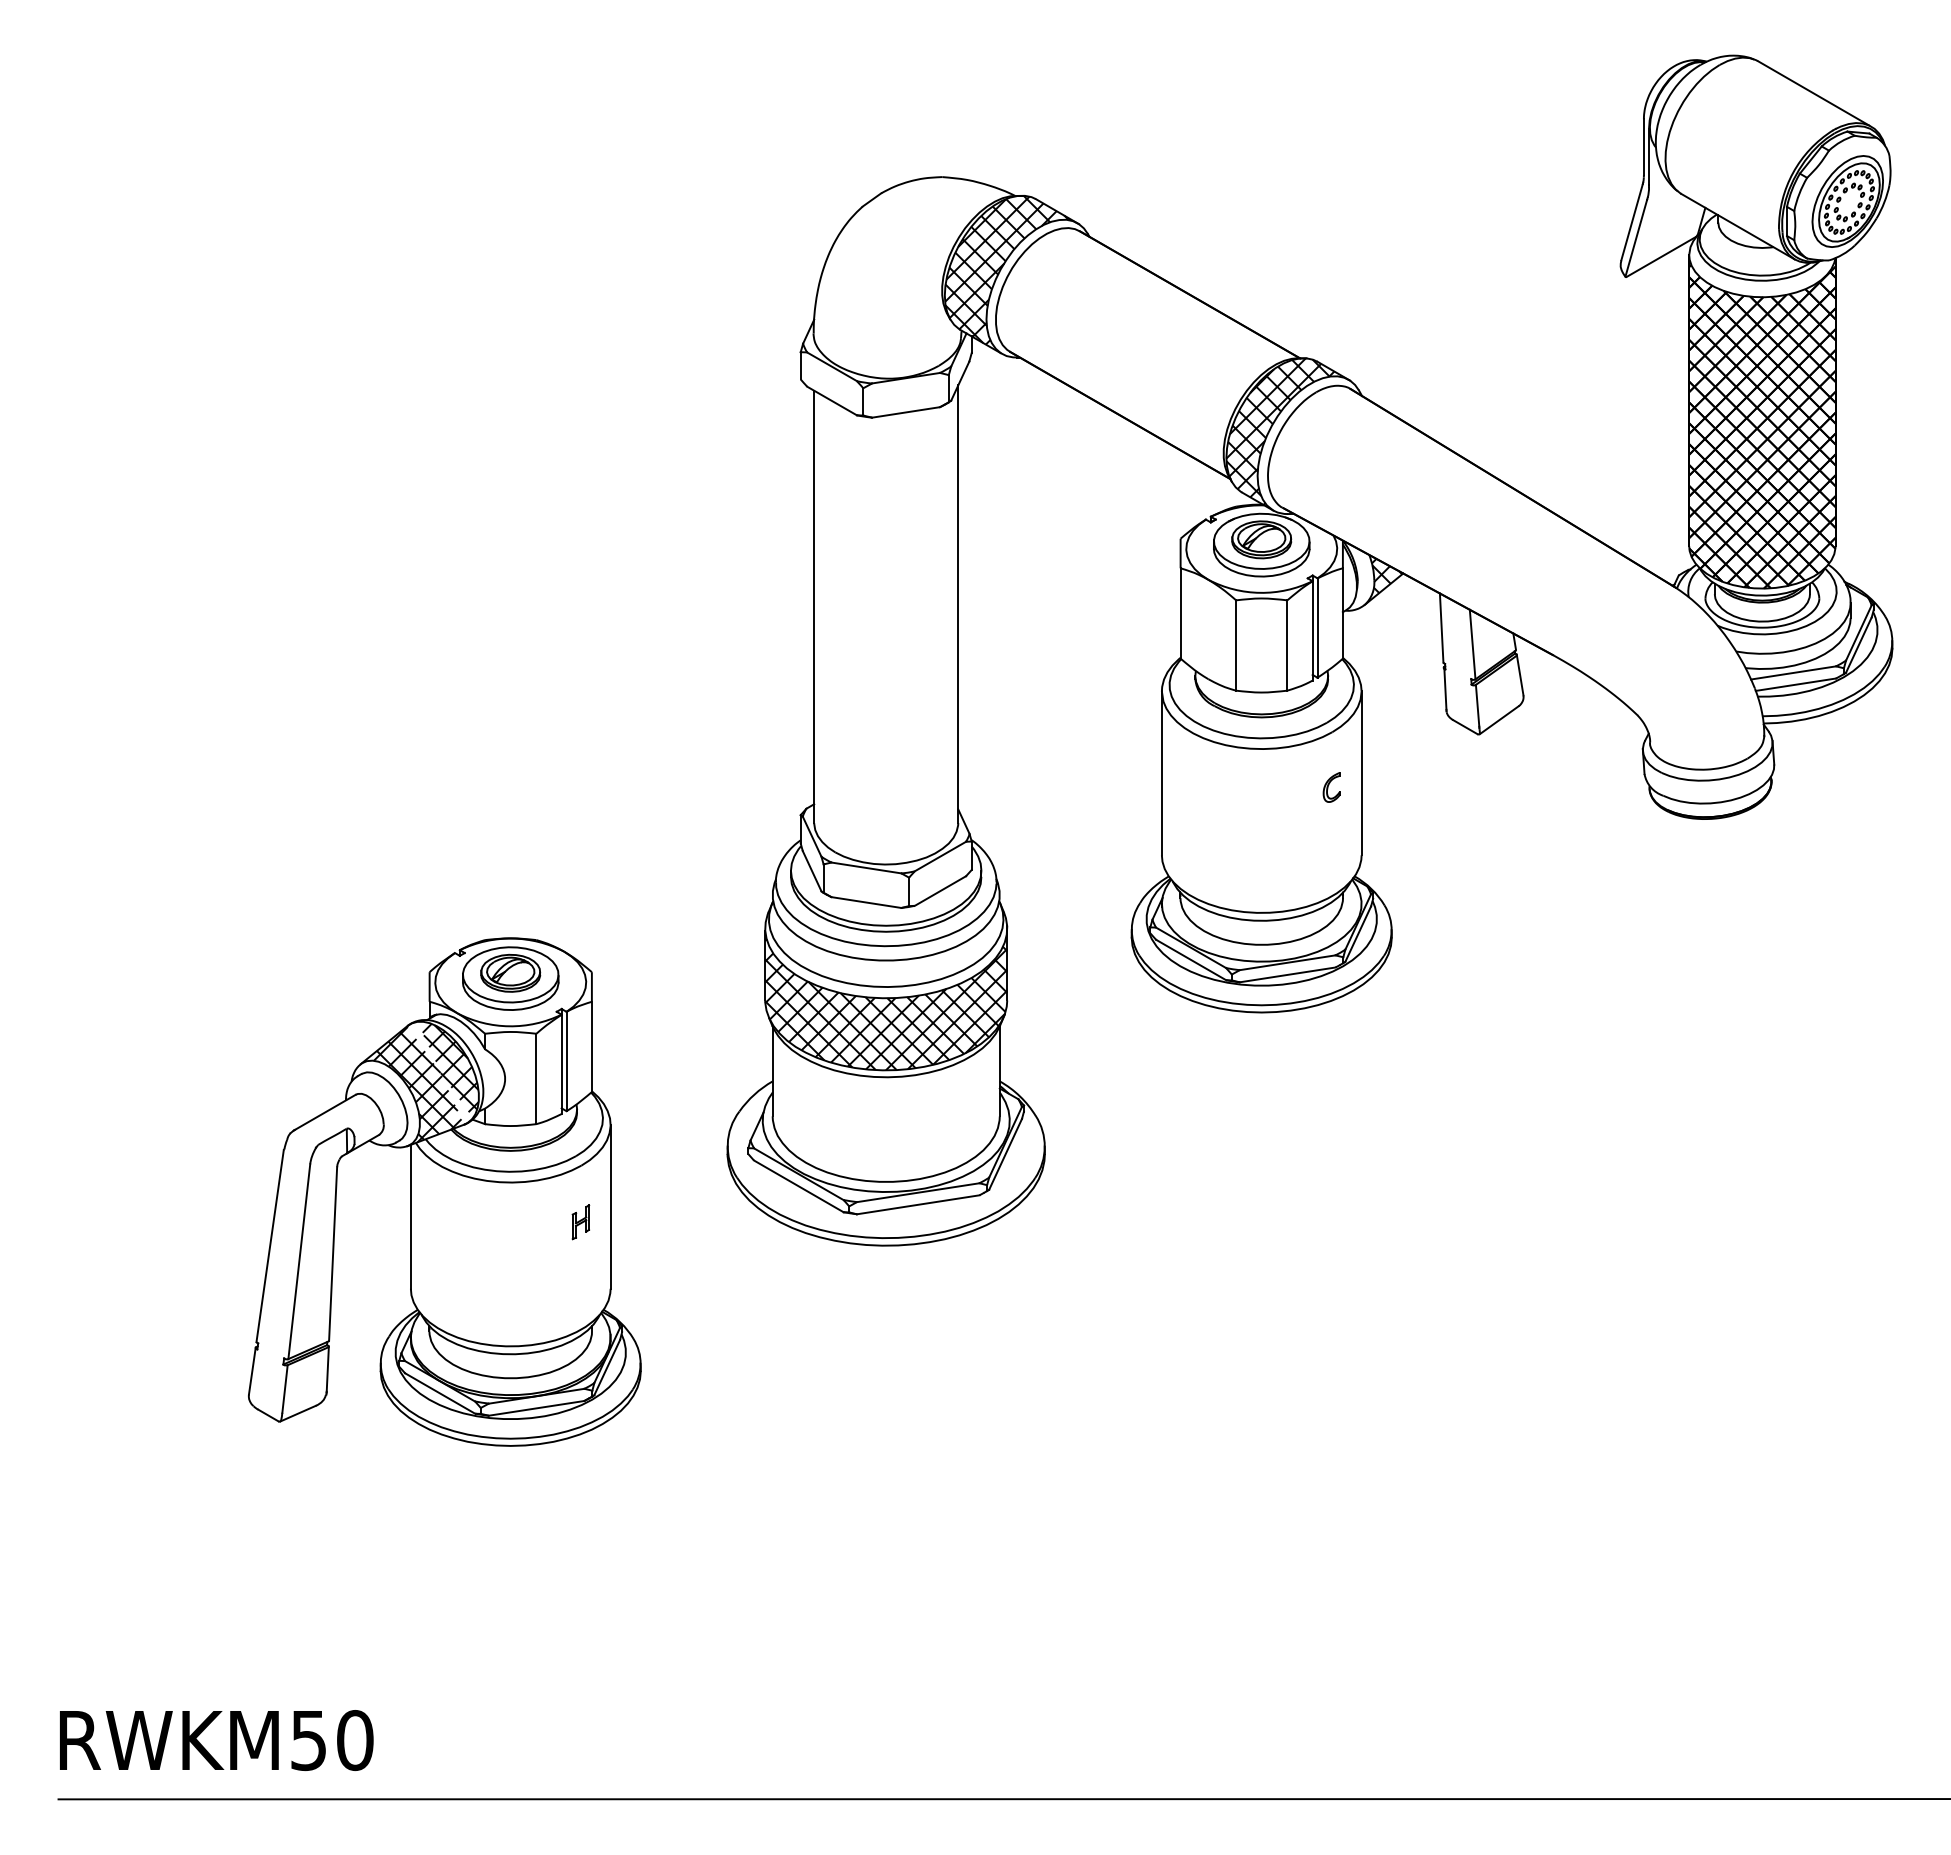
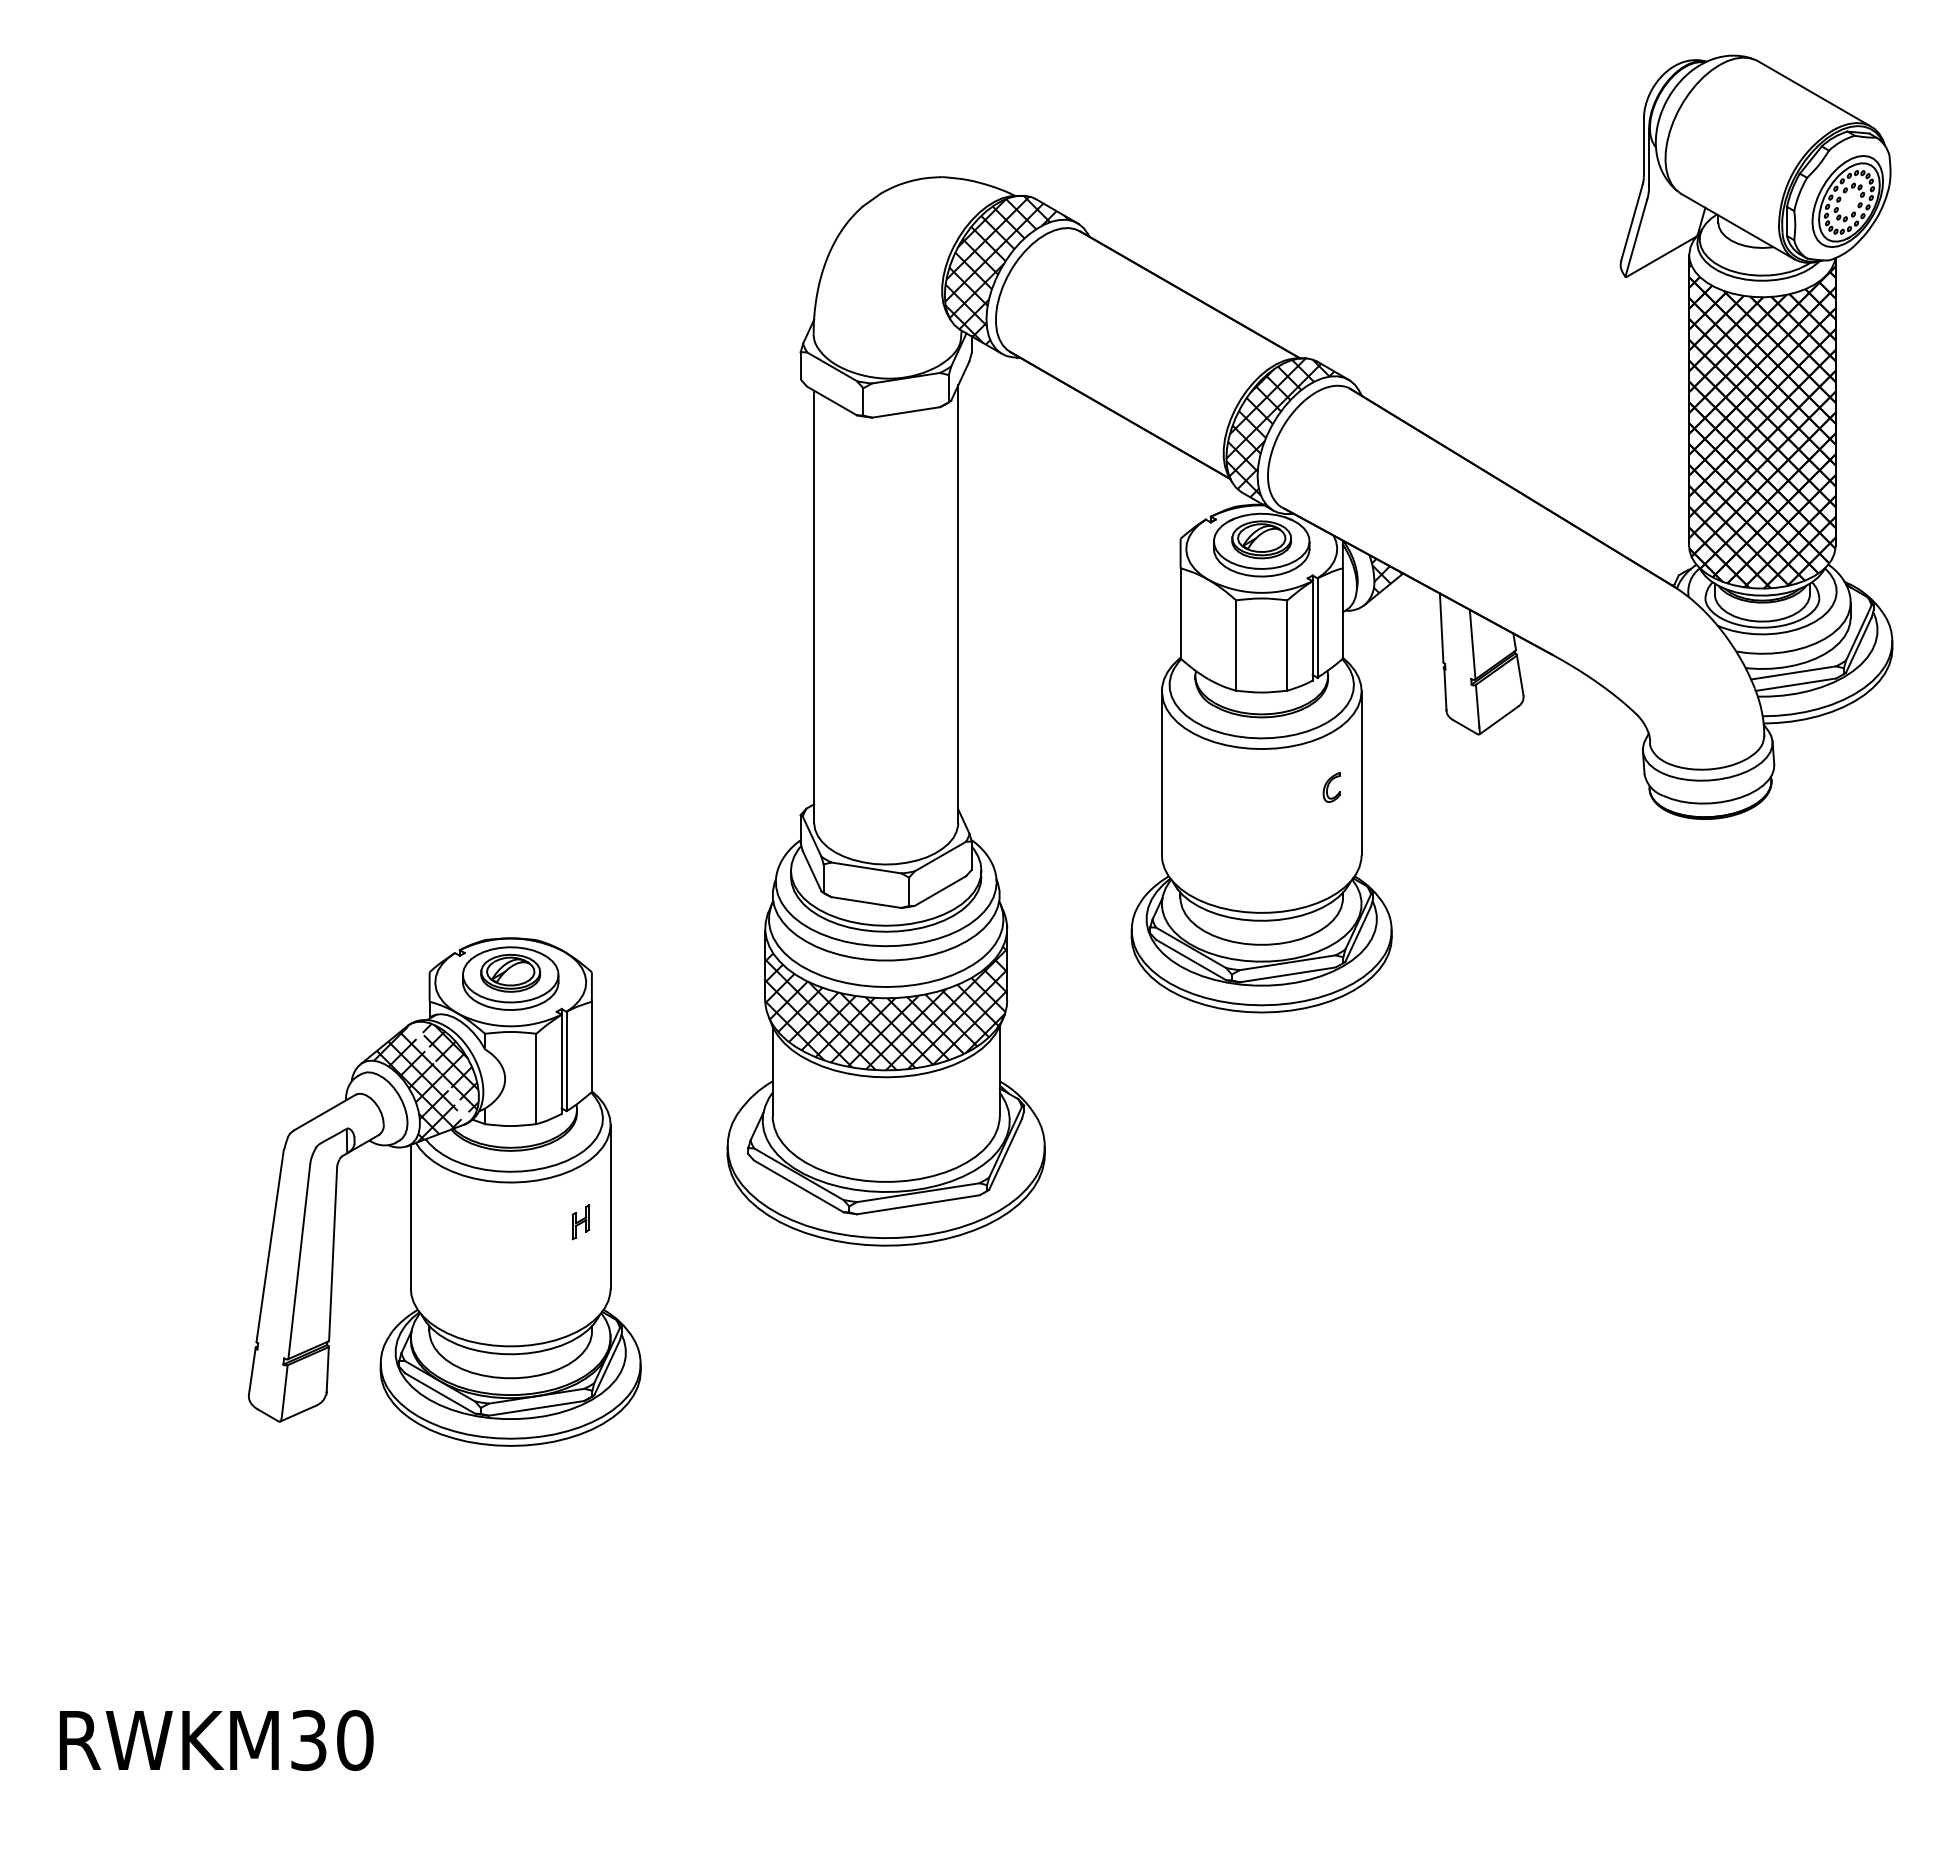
text at (308, 1740): RWKM50 -> RWKM30
line at (1002, 1799): present -> none
